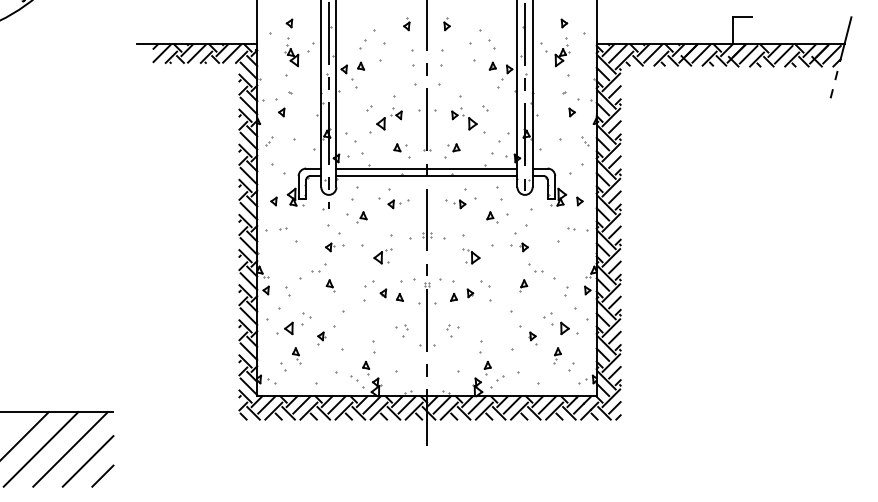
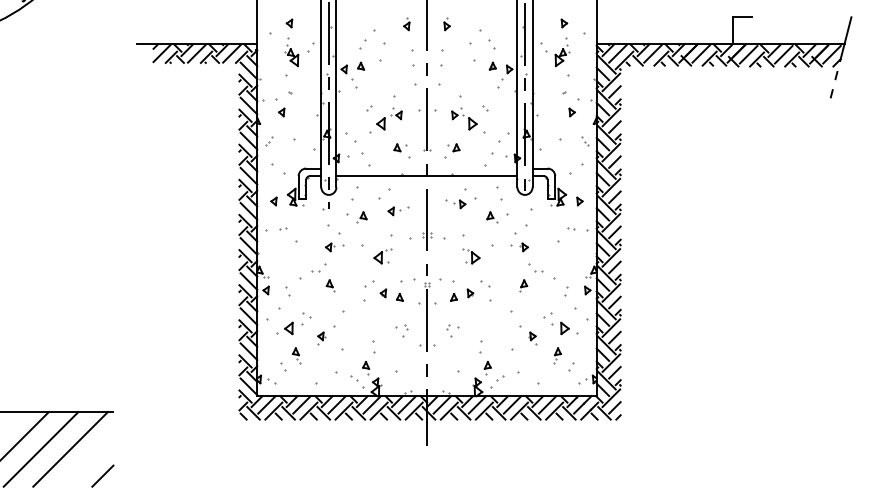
line at (426, 168): present -> none
part at (398, 204) position: (398, 204) -> (398, 211)
line at (87, 461): present -> none
